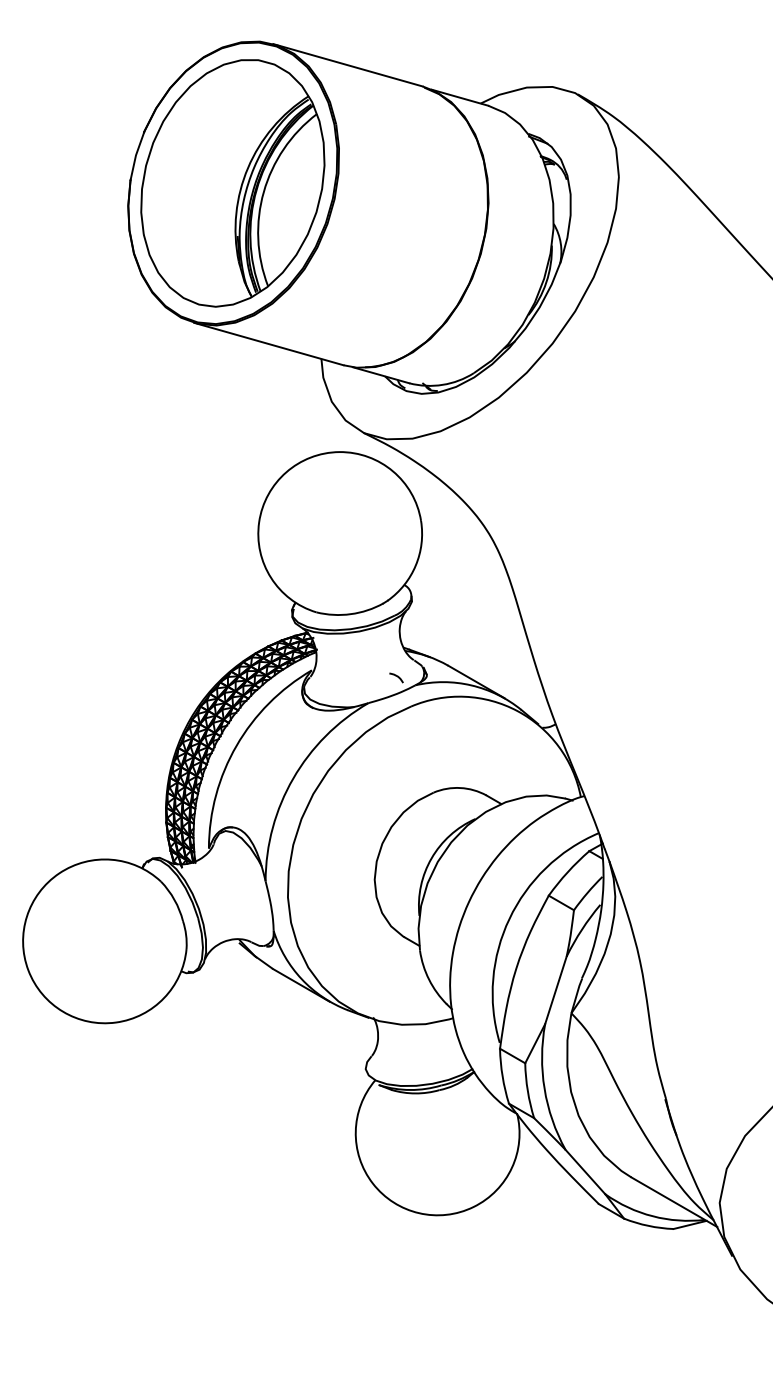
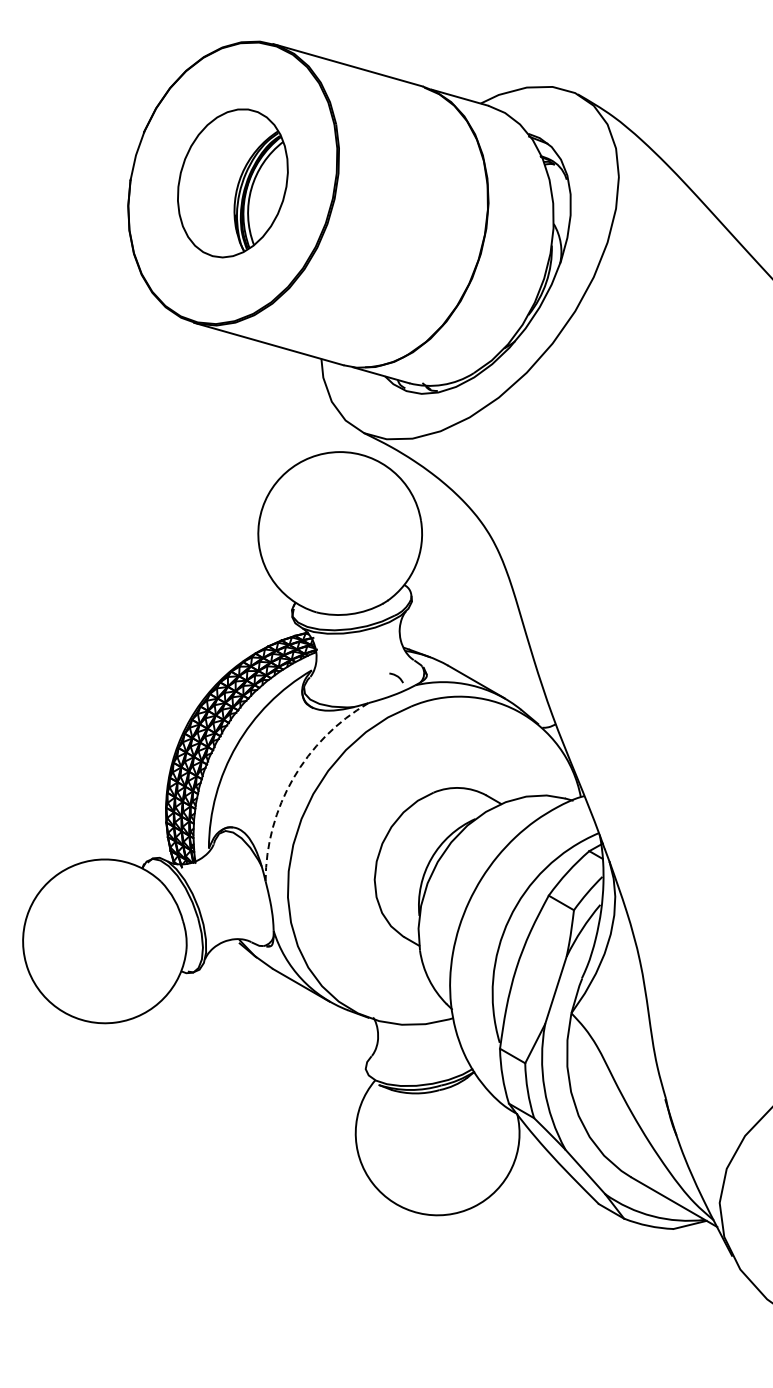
part at (232, 183) size: 186x249 px -> 112x151 px
arc at (293, 778): solid -> dashed
